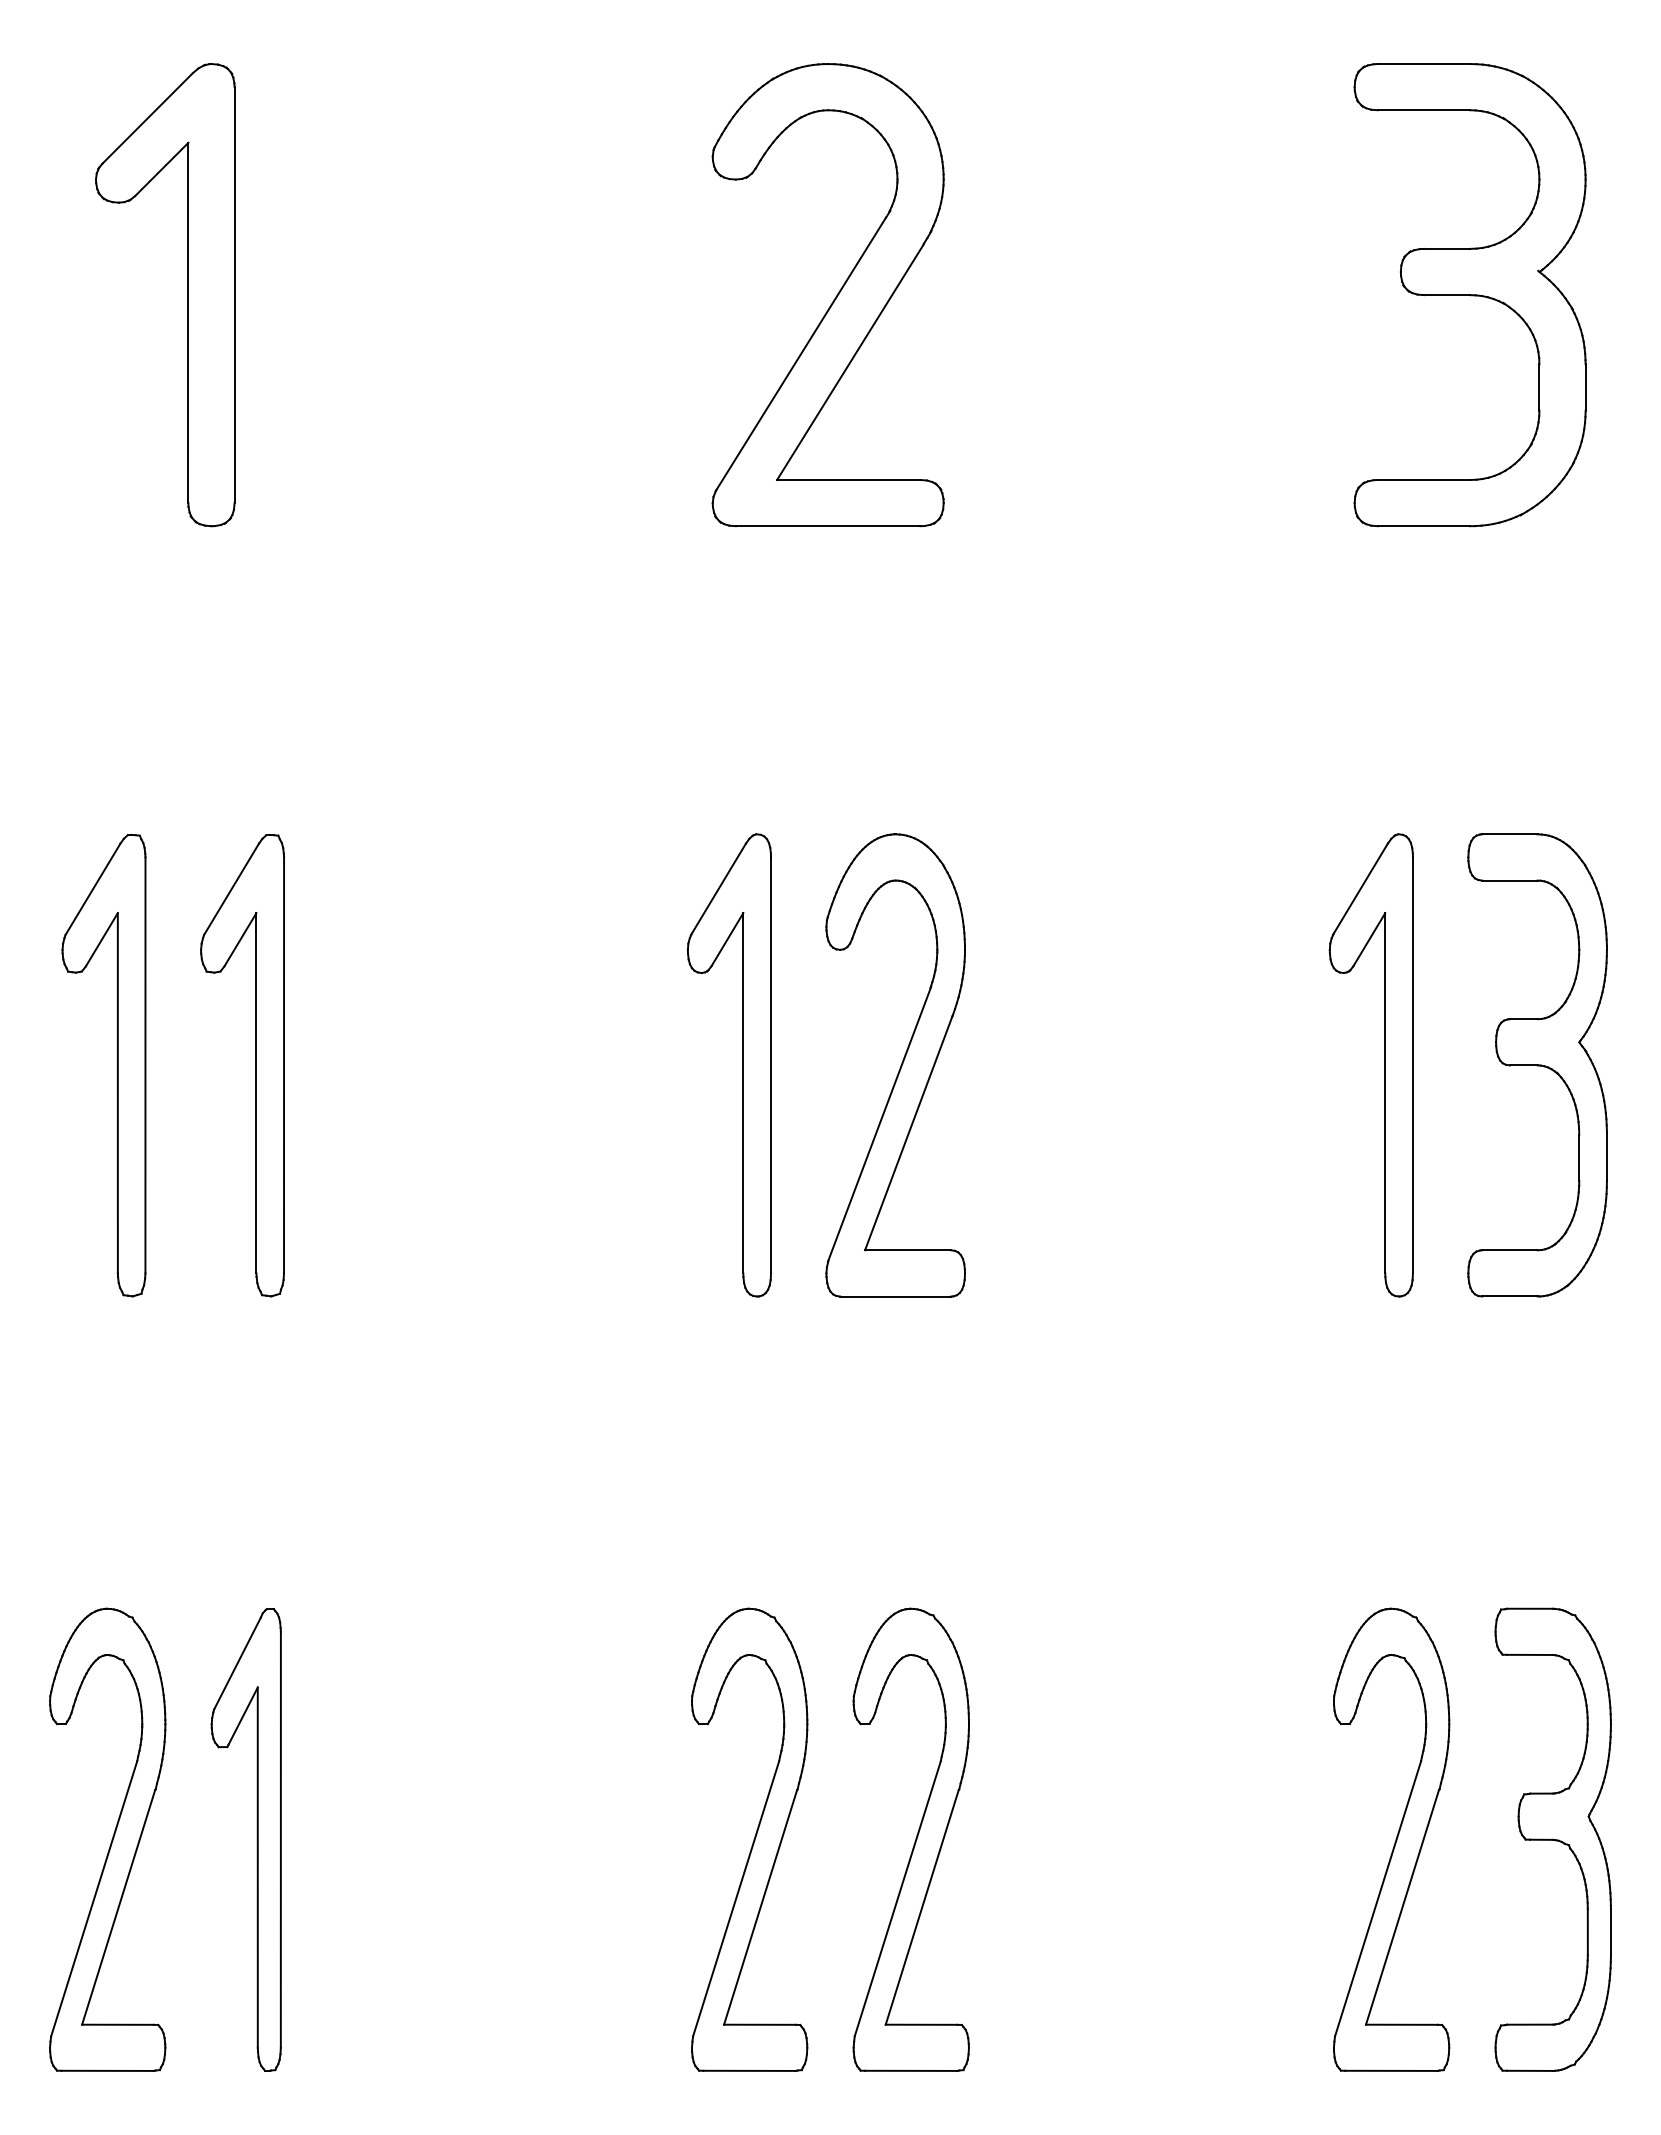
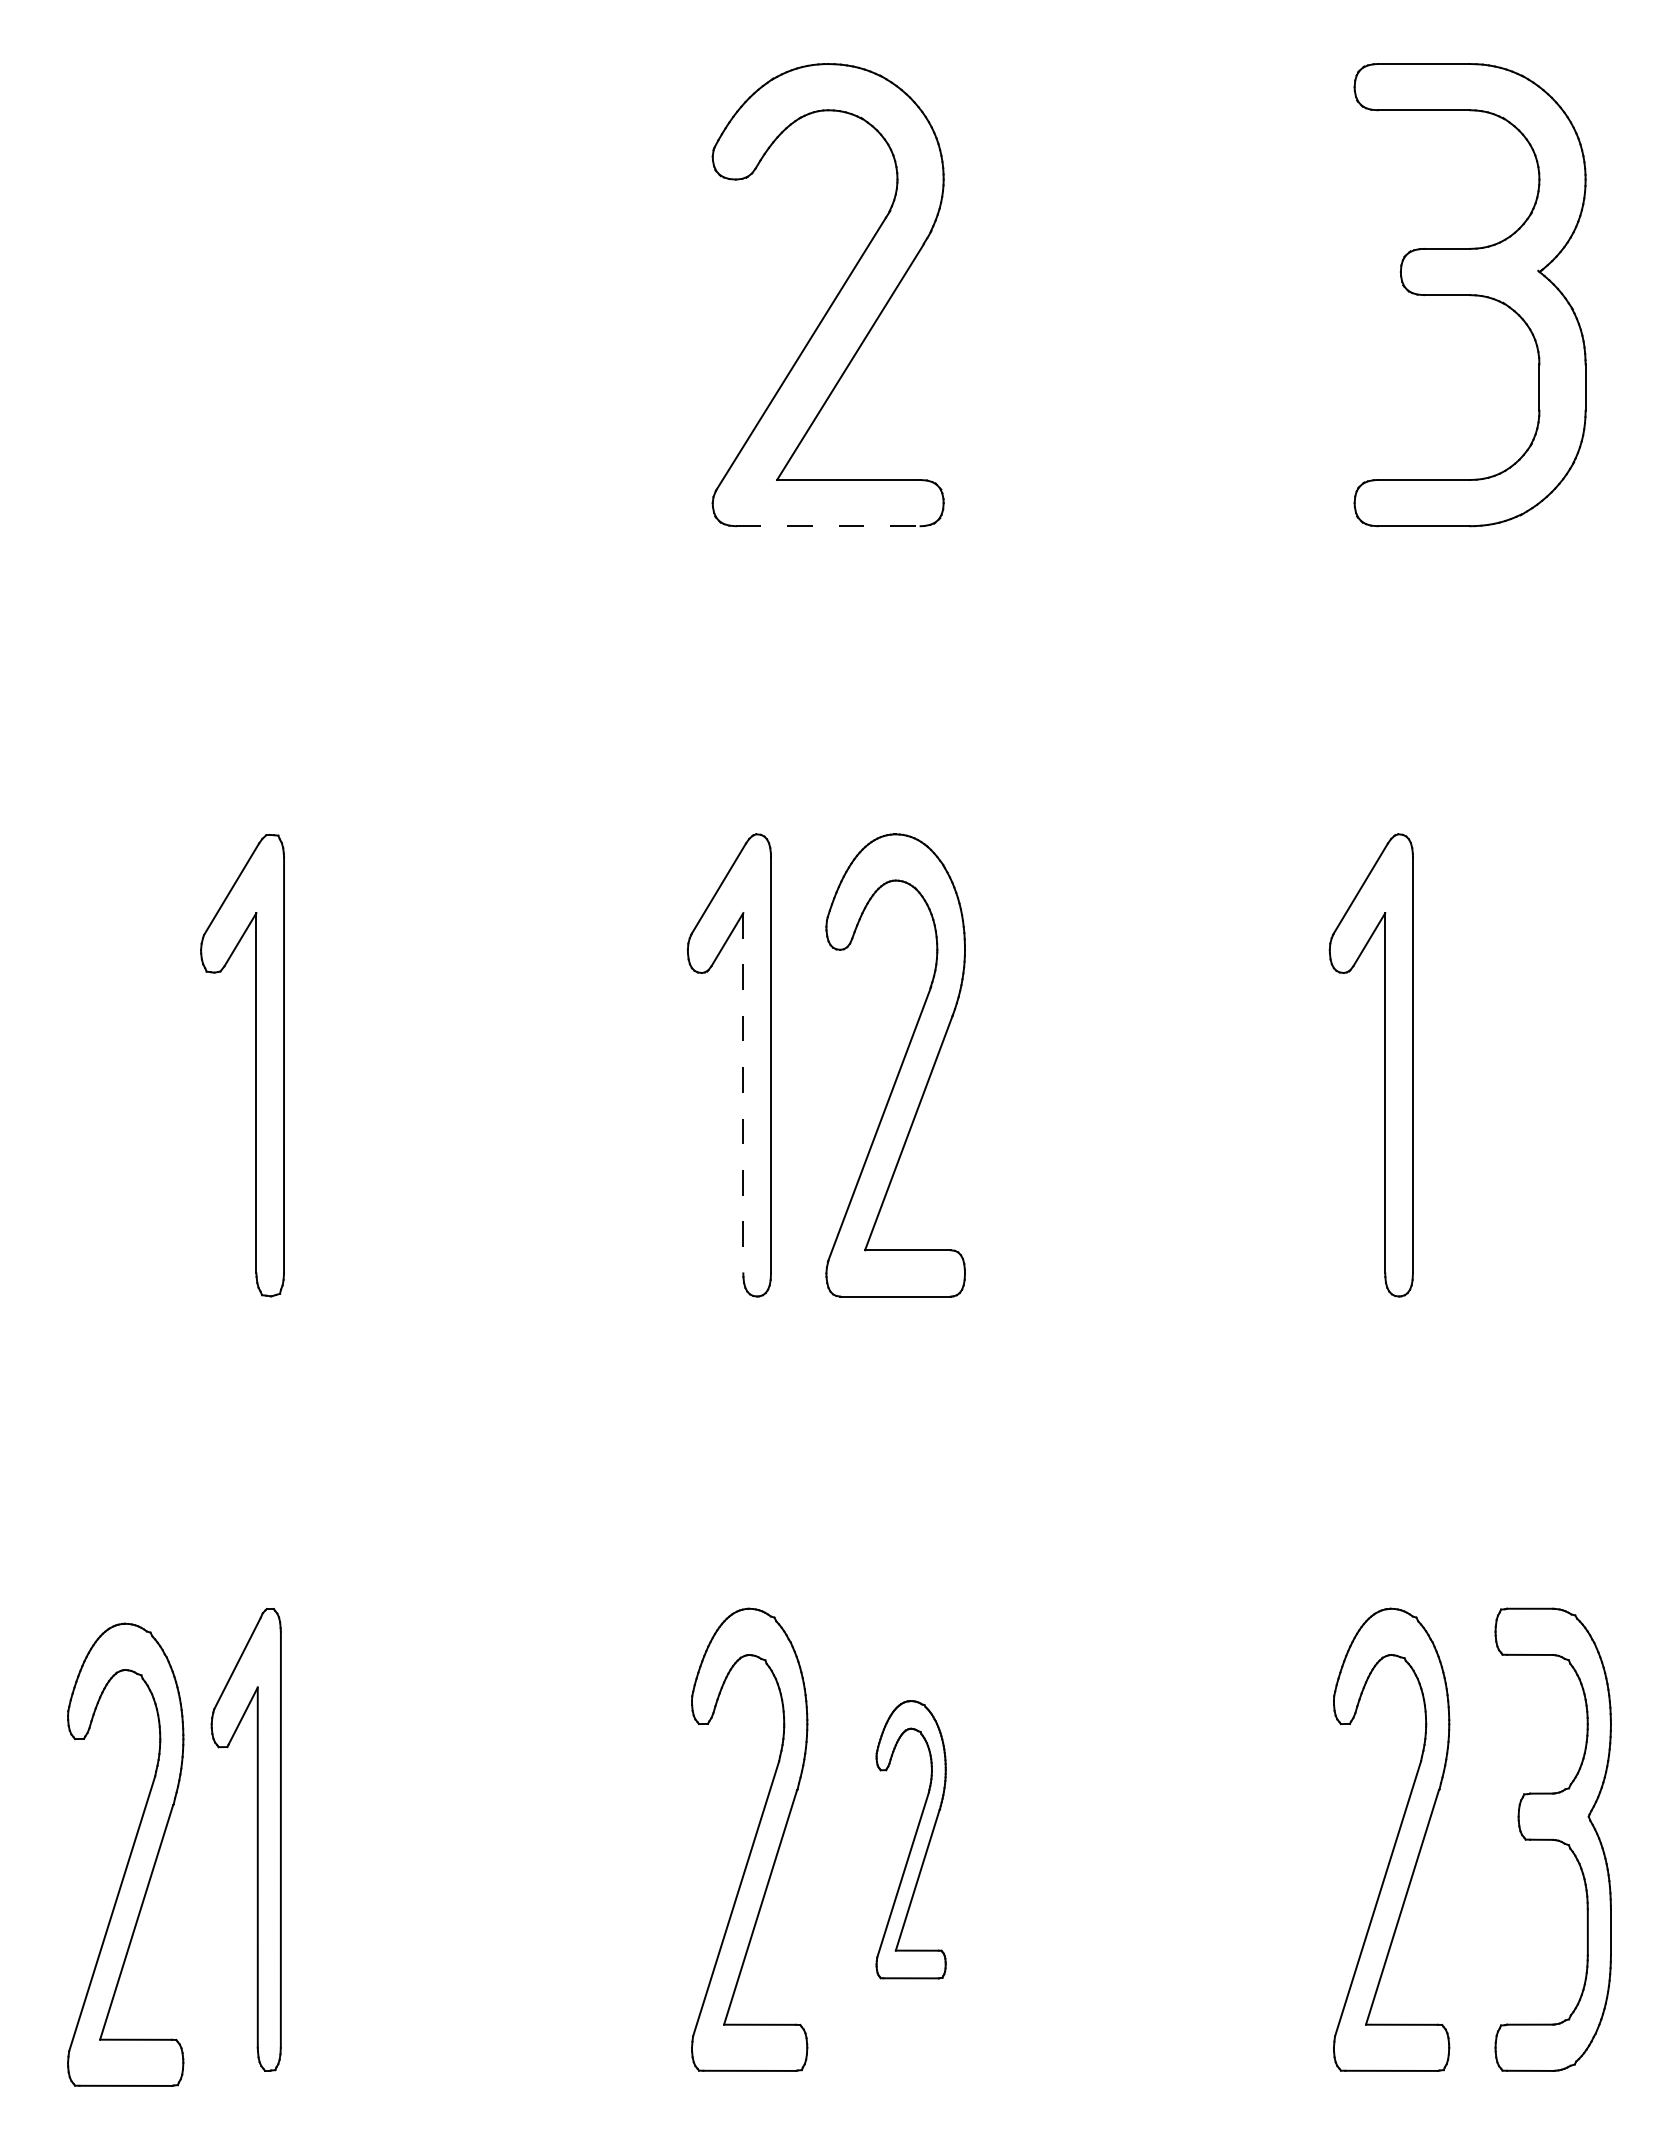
part at (187, 295): present -> none
line at (828, 526): solid -> dashed
part at (117, 1065): present -> none
part at (1537, 1065): present -> none
line at (743, 1093): solid -> dashed
part at (107, 1839) position: (107, 1839) -> (125, 1854)
part at (910, 1839) size: 118x465 px -> 72x280 px
